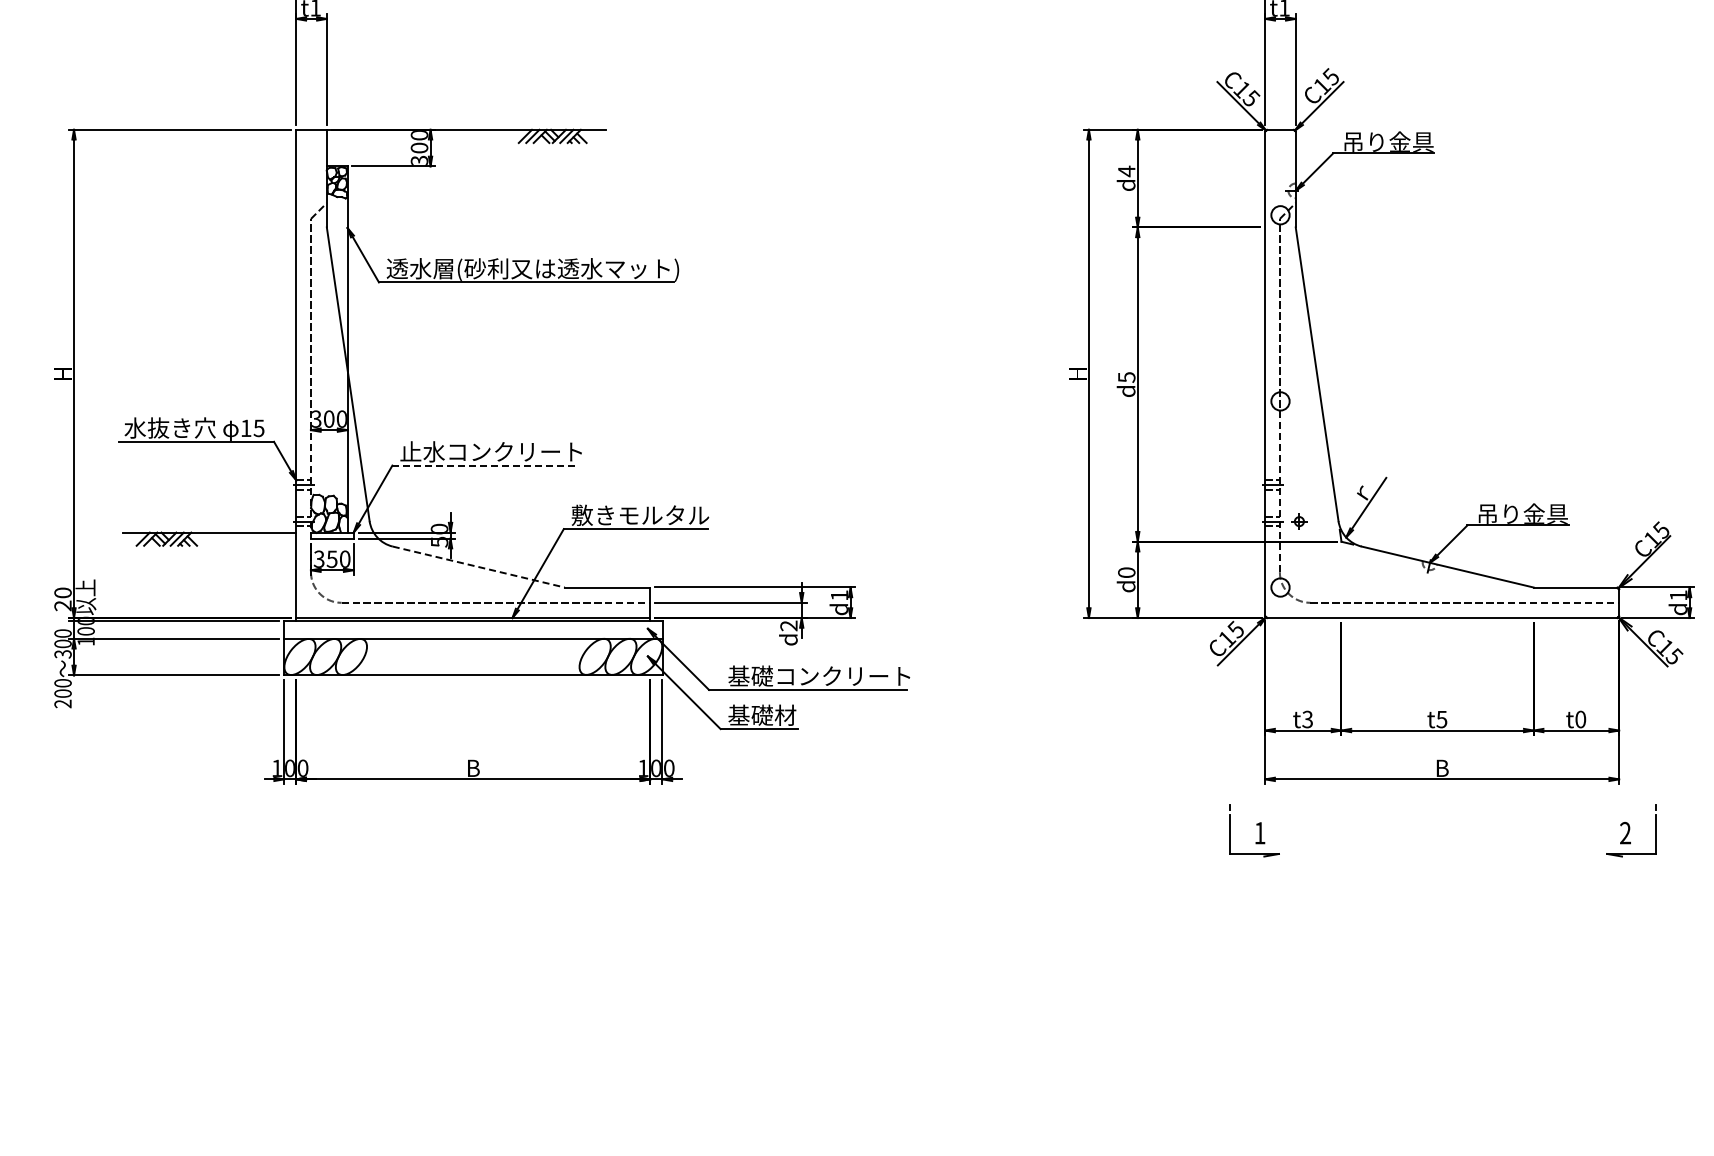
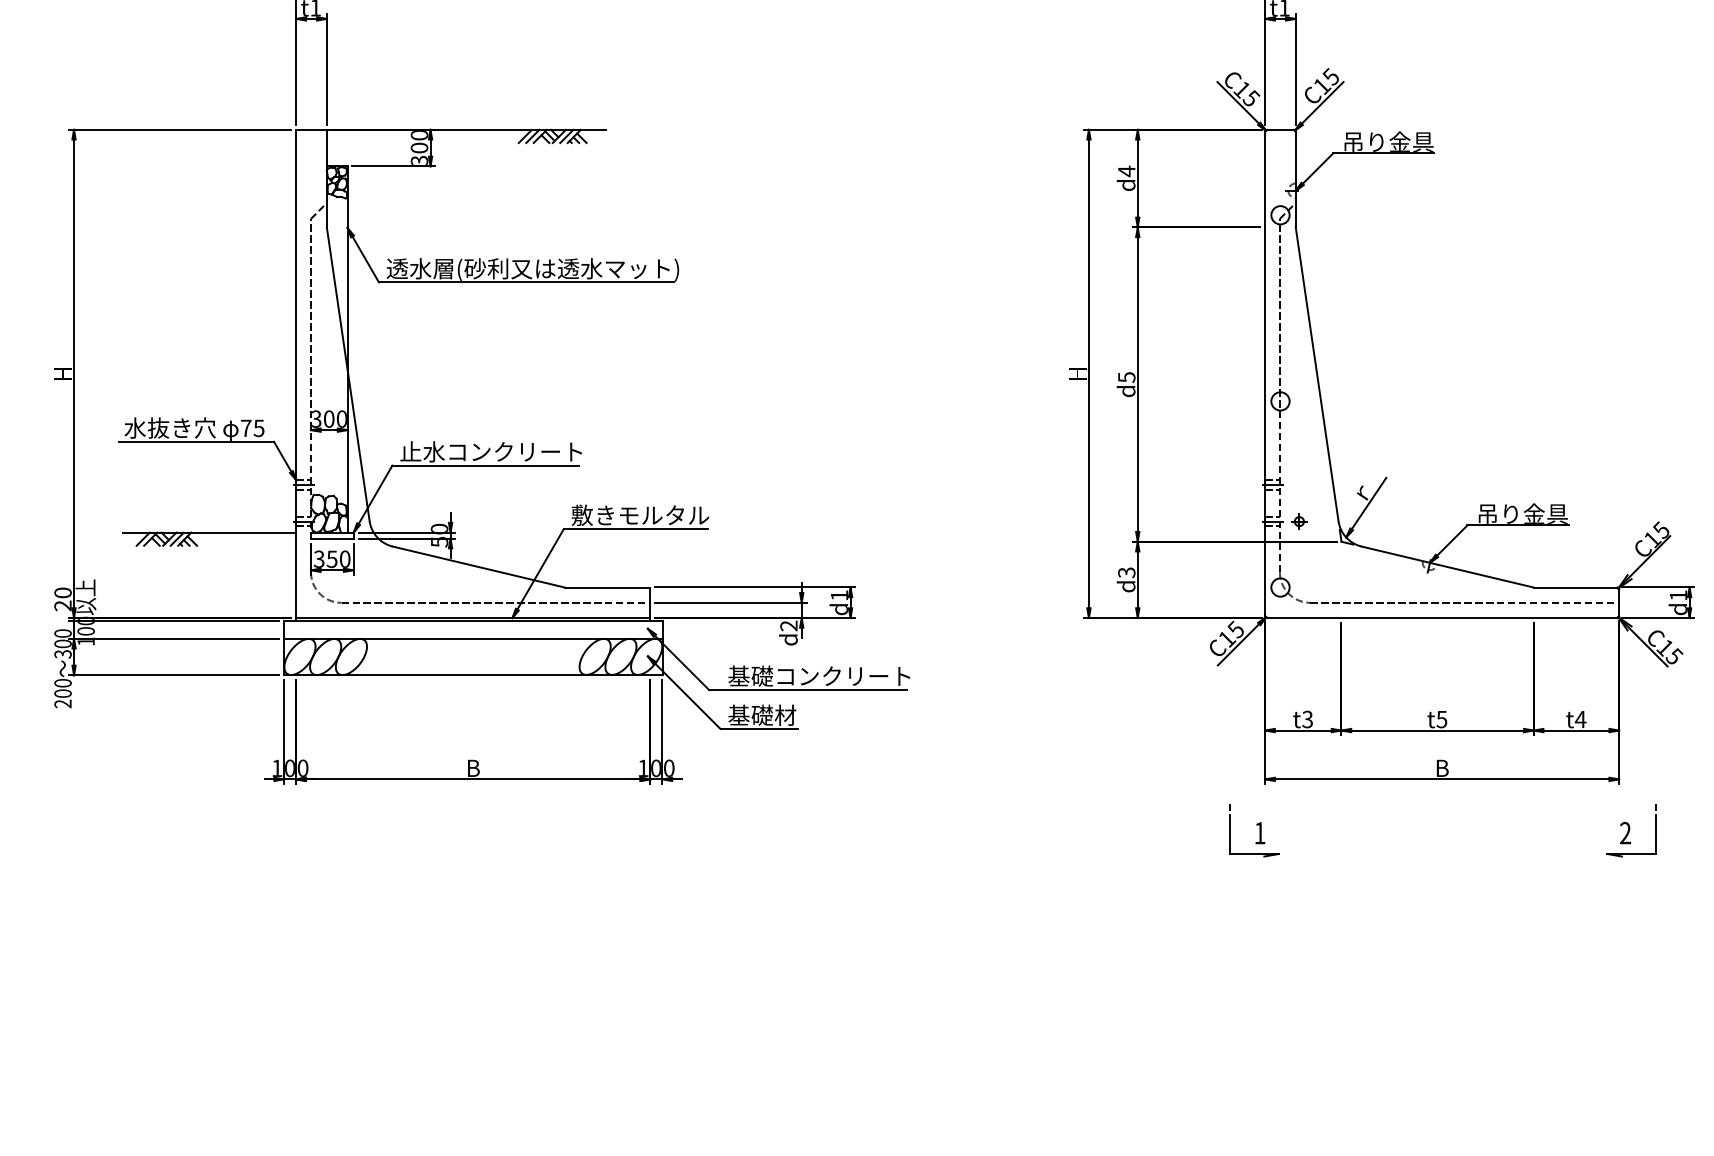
text at (246, 427): 15 -> 75
line at (485, 465): dashed -> solid
line at (479, 567): dashed -> solid
text at (1126, 572): d0 -> d3
text at (1580, 719): t0 -> t4
